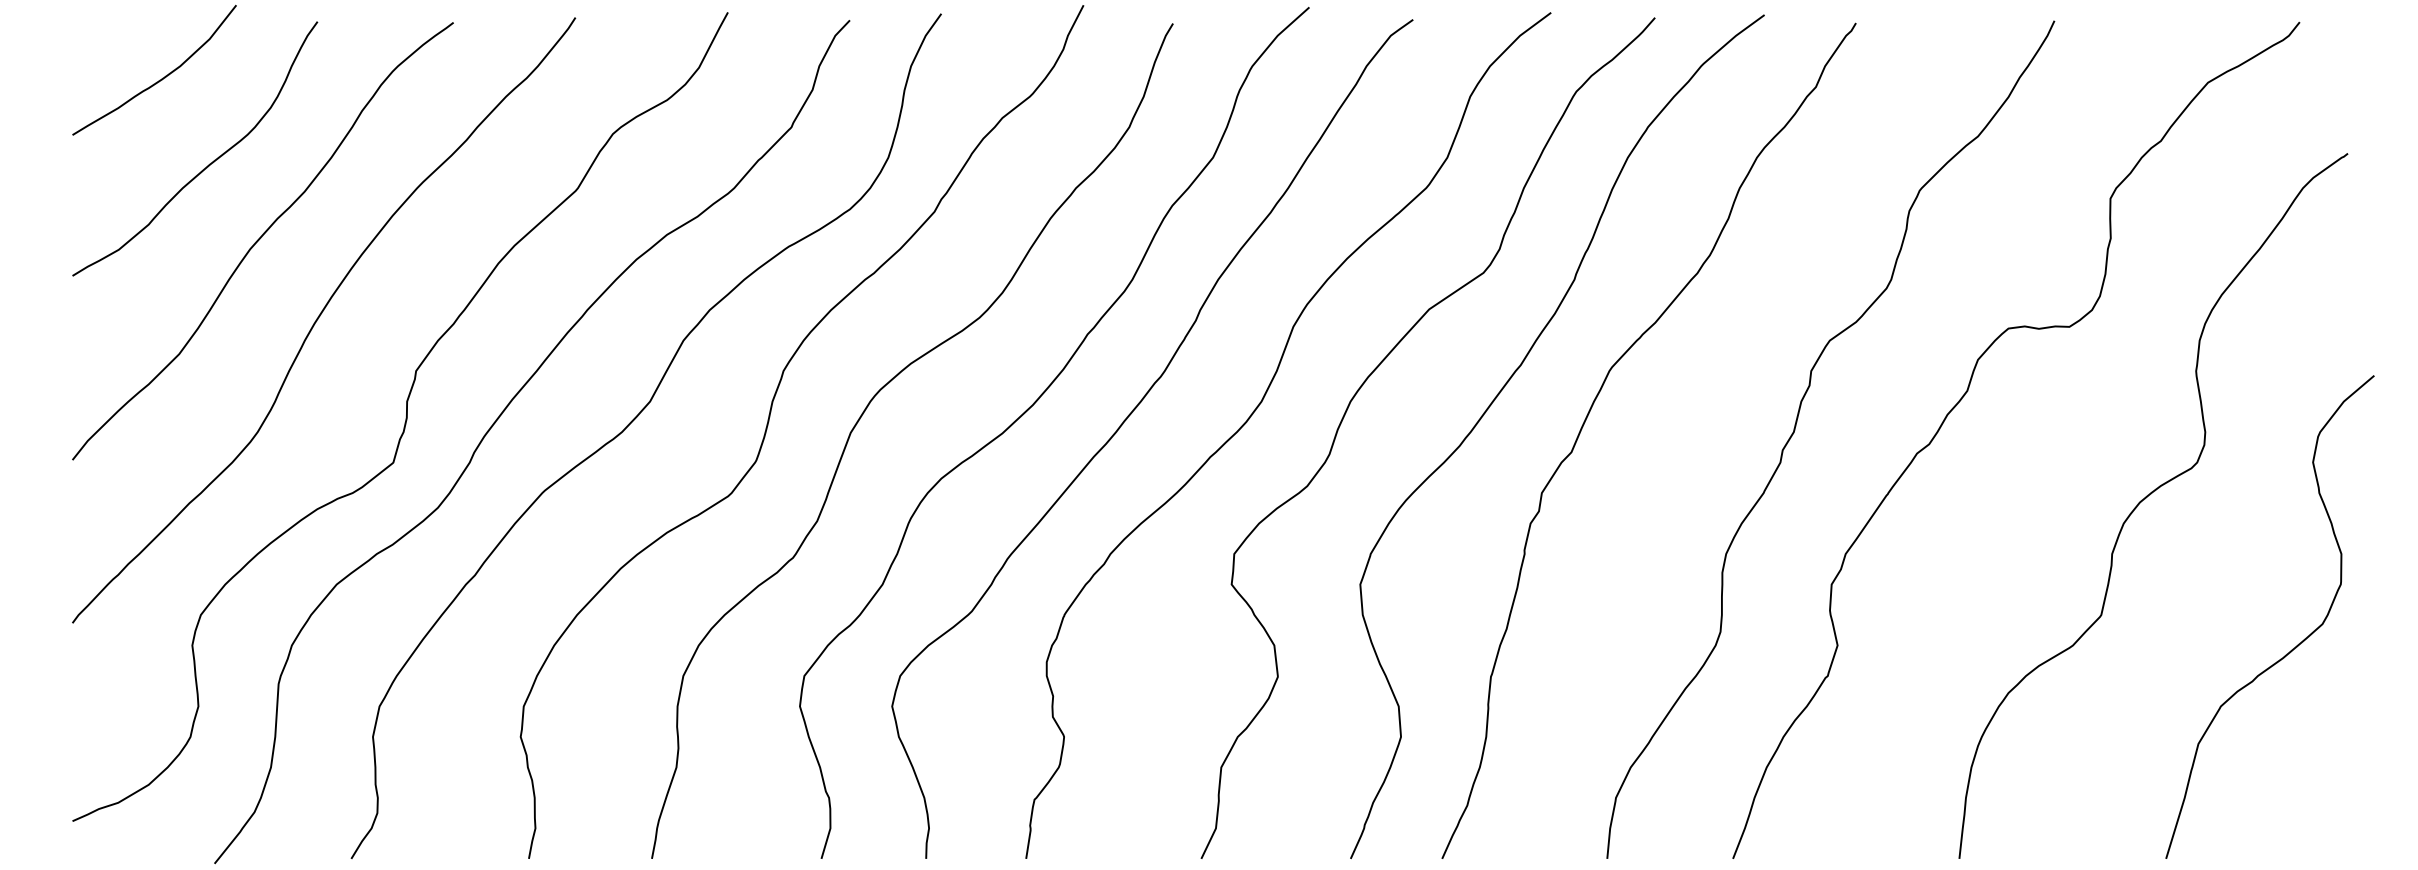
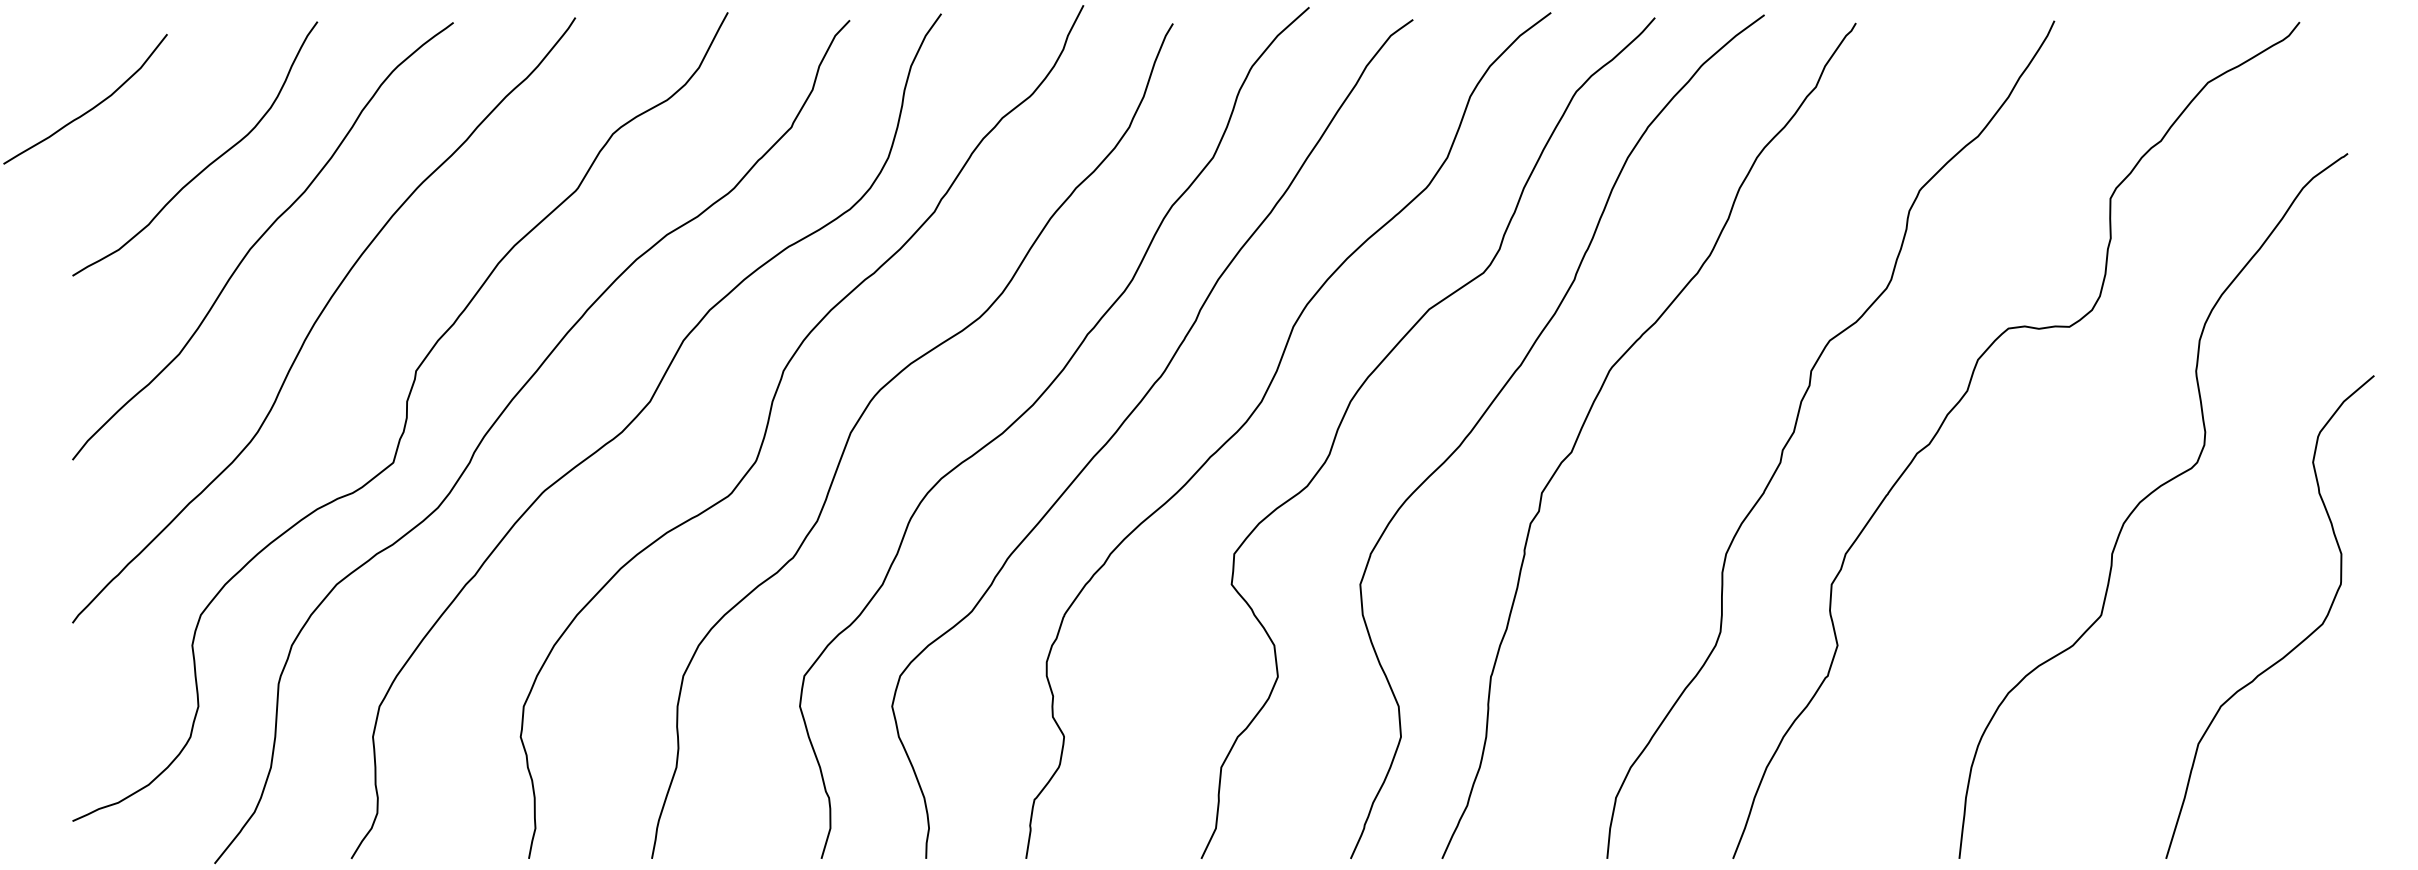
curve at (162, 77) position: (162, 77) -> (93, 106)
